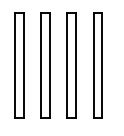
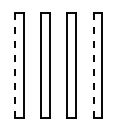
line at (14, 65): solid -> dashed
line at (93, 65): solid -> dashed
